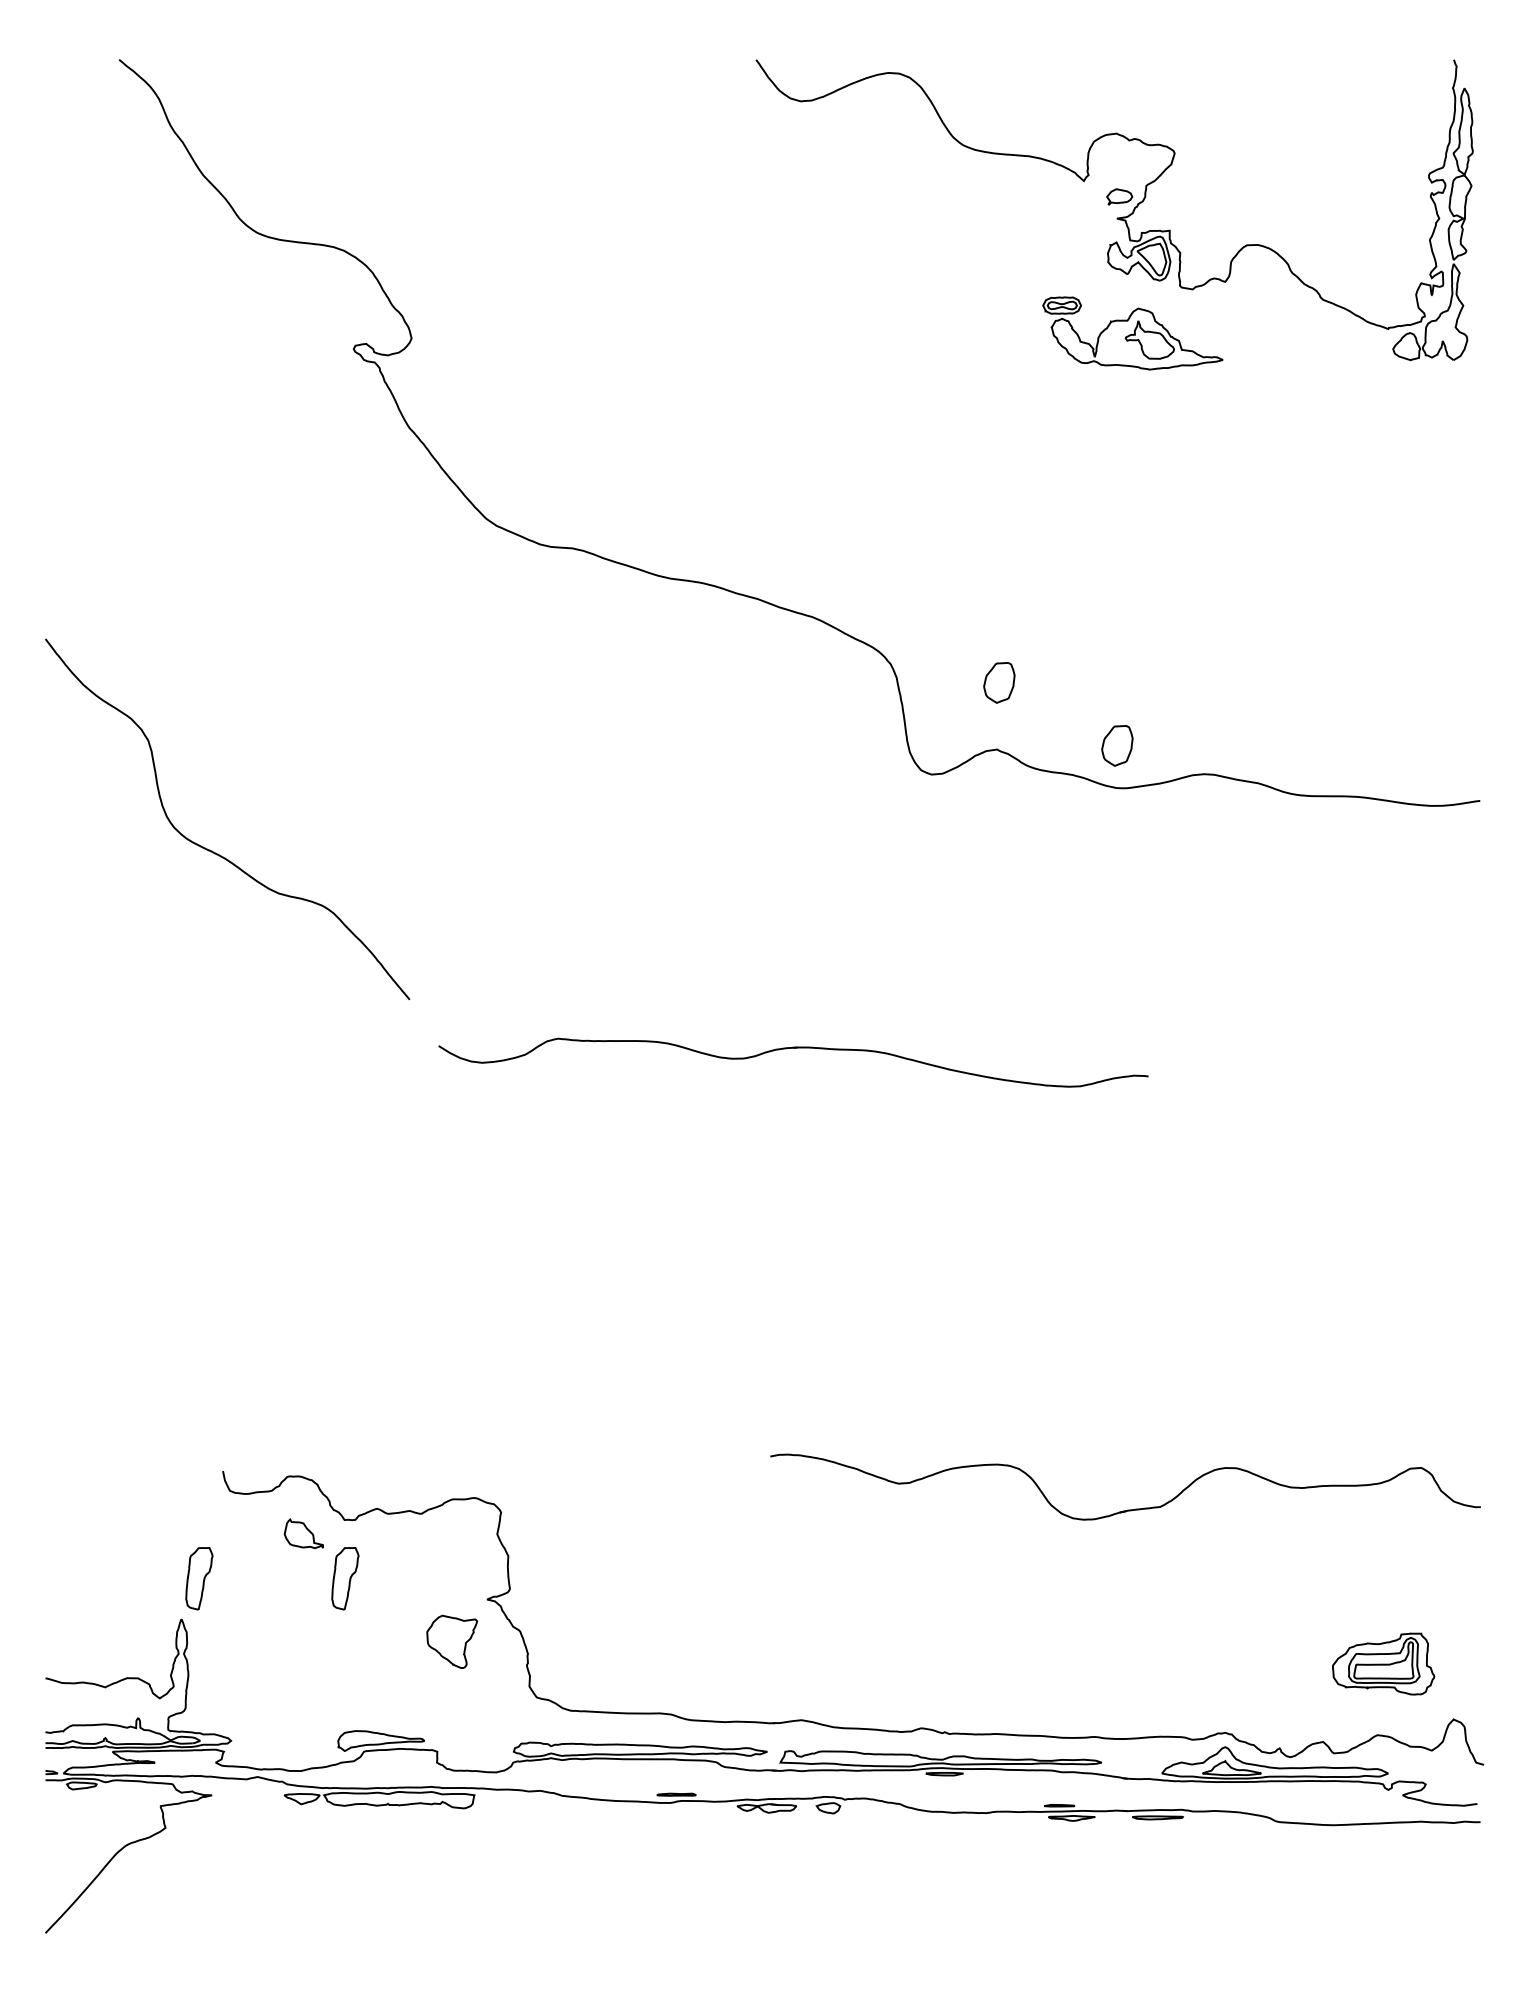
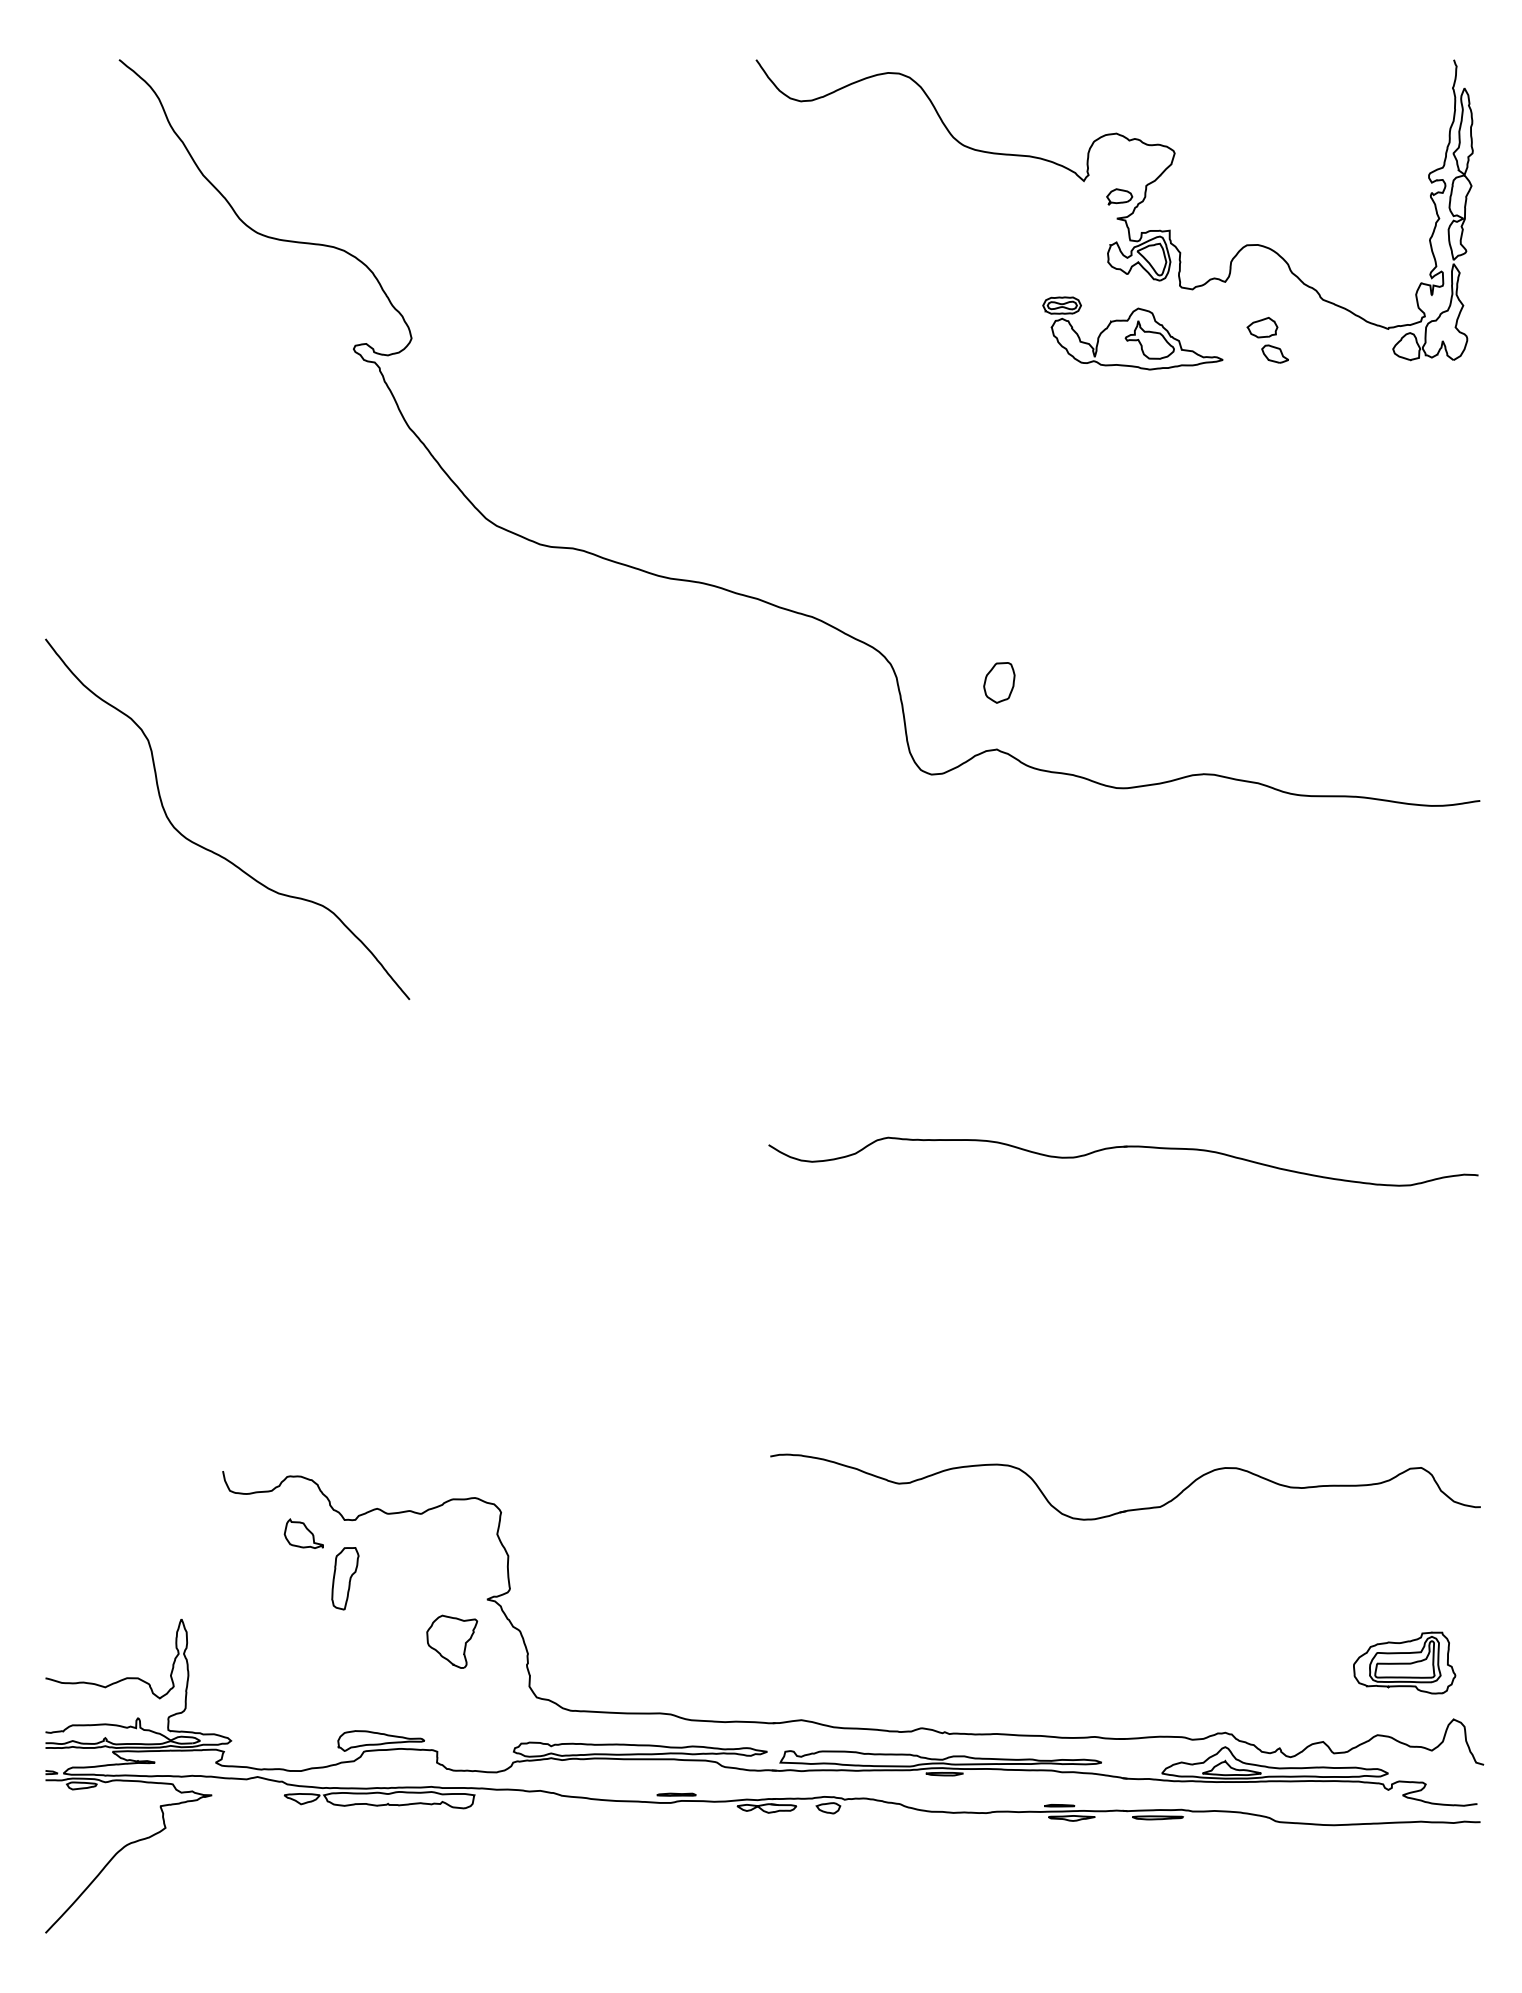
part at (1267, 340): none -> present
part at (1117, 745): present -> none
part at (793, 1048) position: (793, 1048) -> (1123, 1147)
part at (199, 1578): present -> none
part at (1383, 1663) position: (1383, 1663) -> (1404, 1662)
